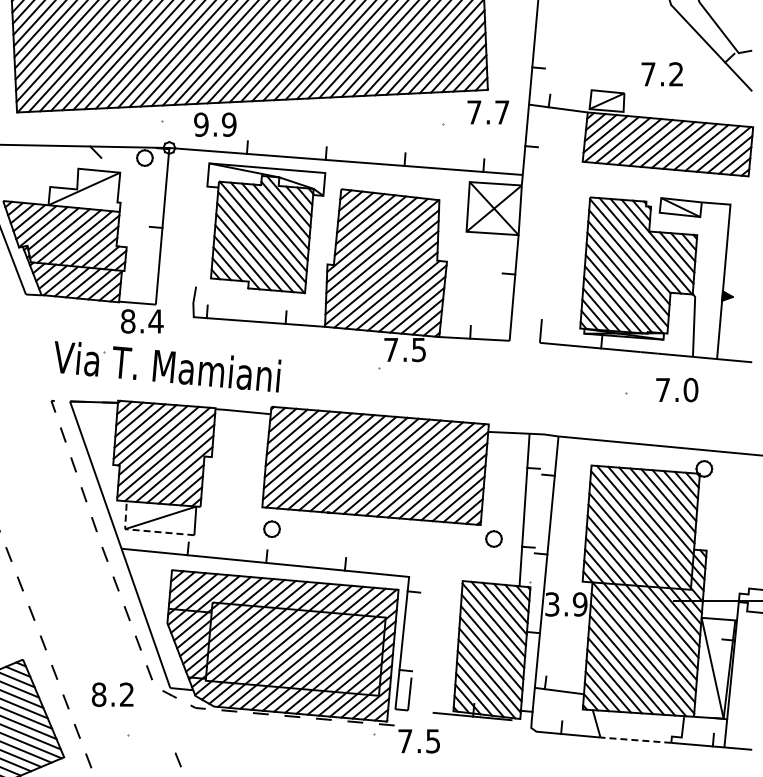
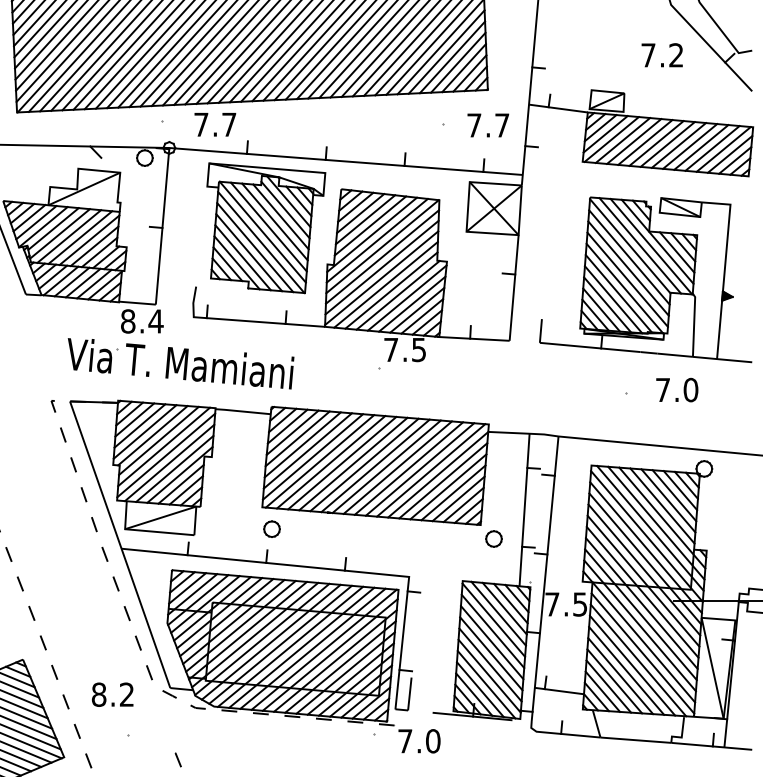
text at (661, 74) position: (661, 74) -> (661, 55)
text at (488, 112) position: (488, 112) -> (488, 125)
text at (215, 124): 9.9 -> 7.7
part at (167, 366) position: (167, 366) -> (180, 363)
line at (144, 530): dashed -> solid
text at (566, 604): 3.9 -> 7.5
line at (635, 740): dashed -> solid
text at (433, 741): 7.5 -> 7.0
